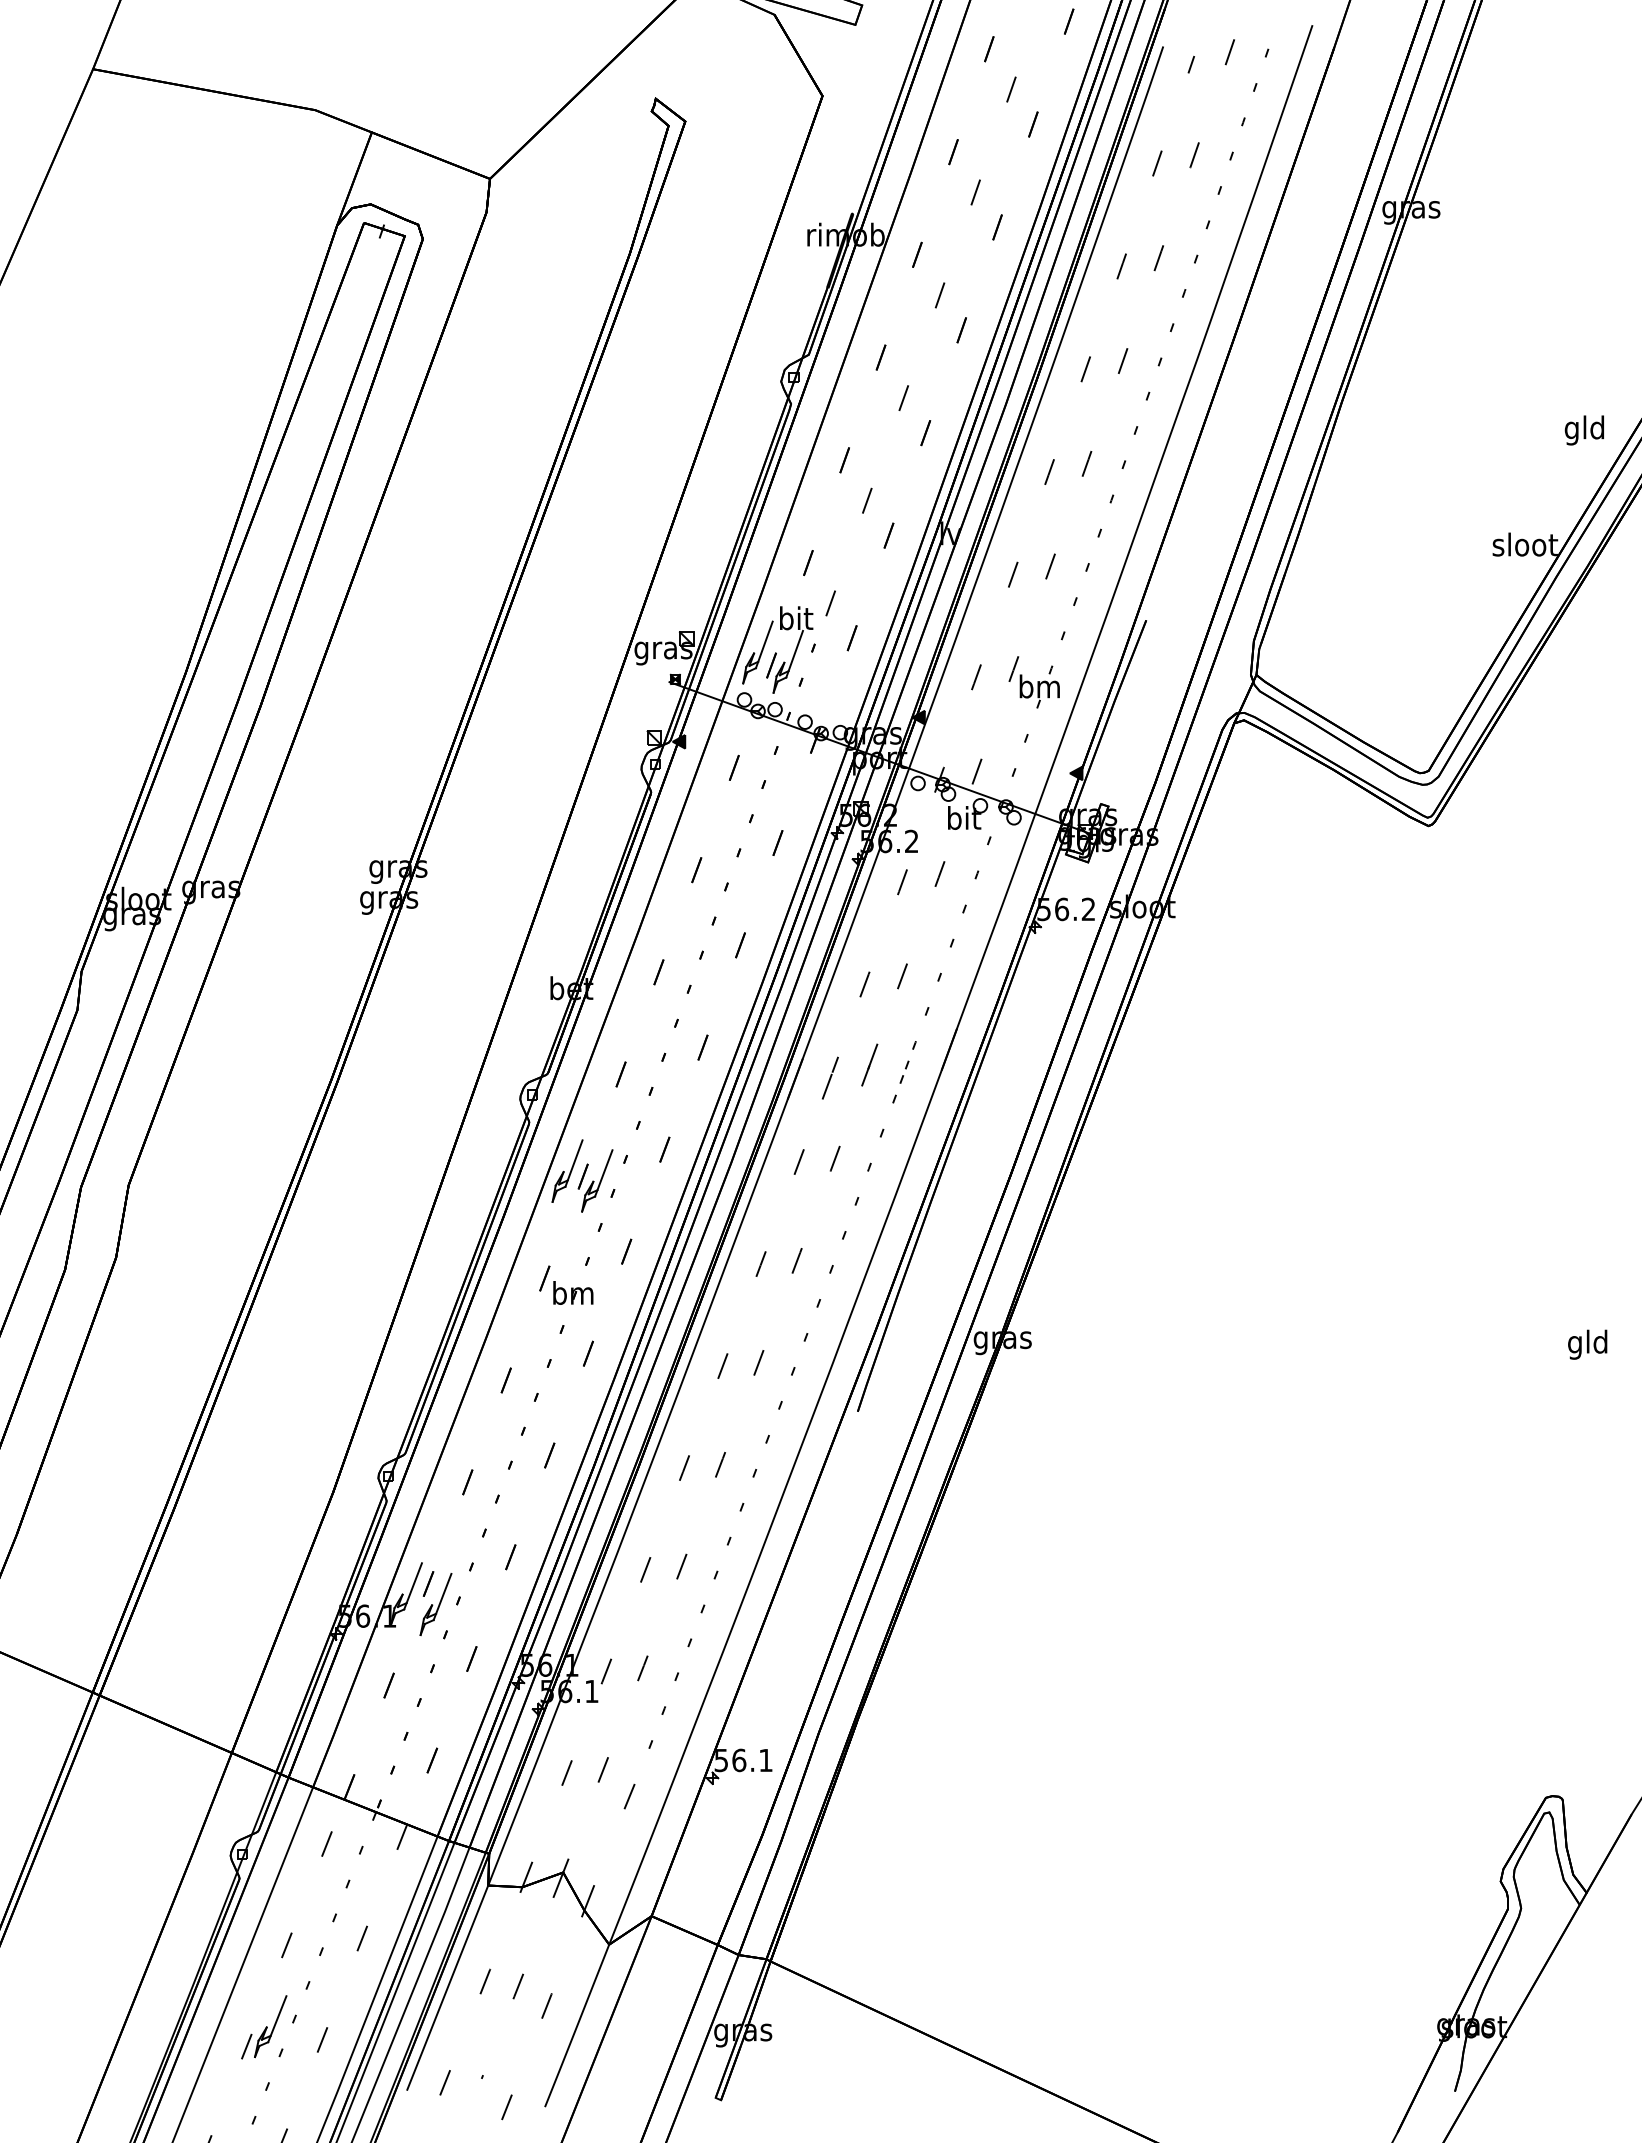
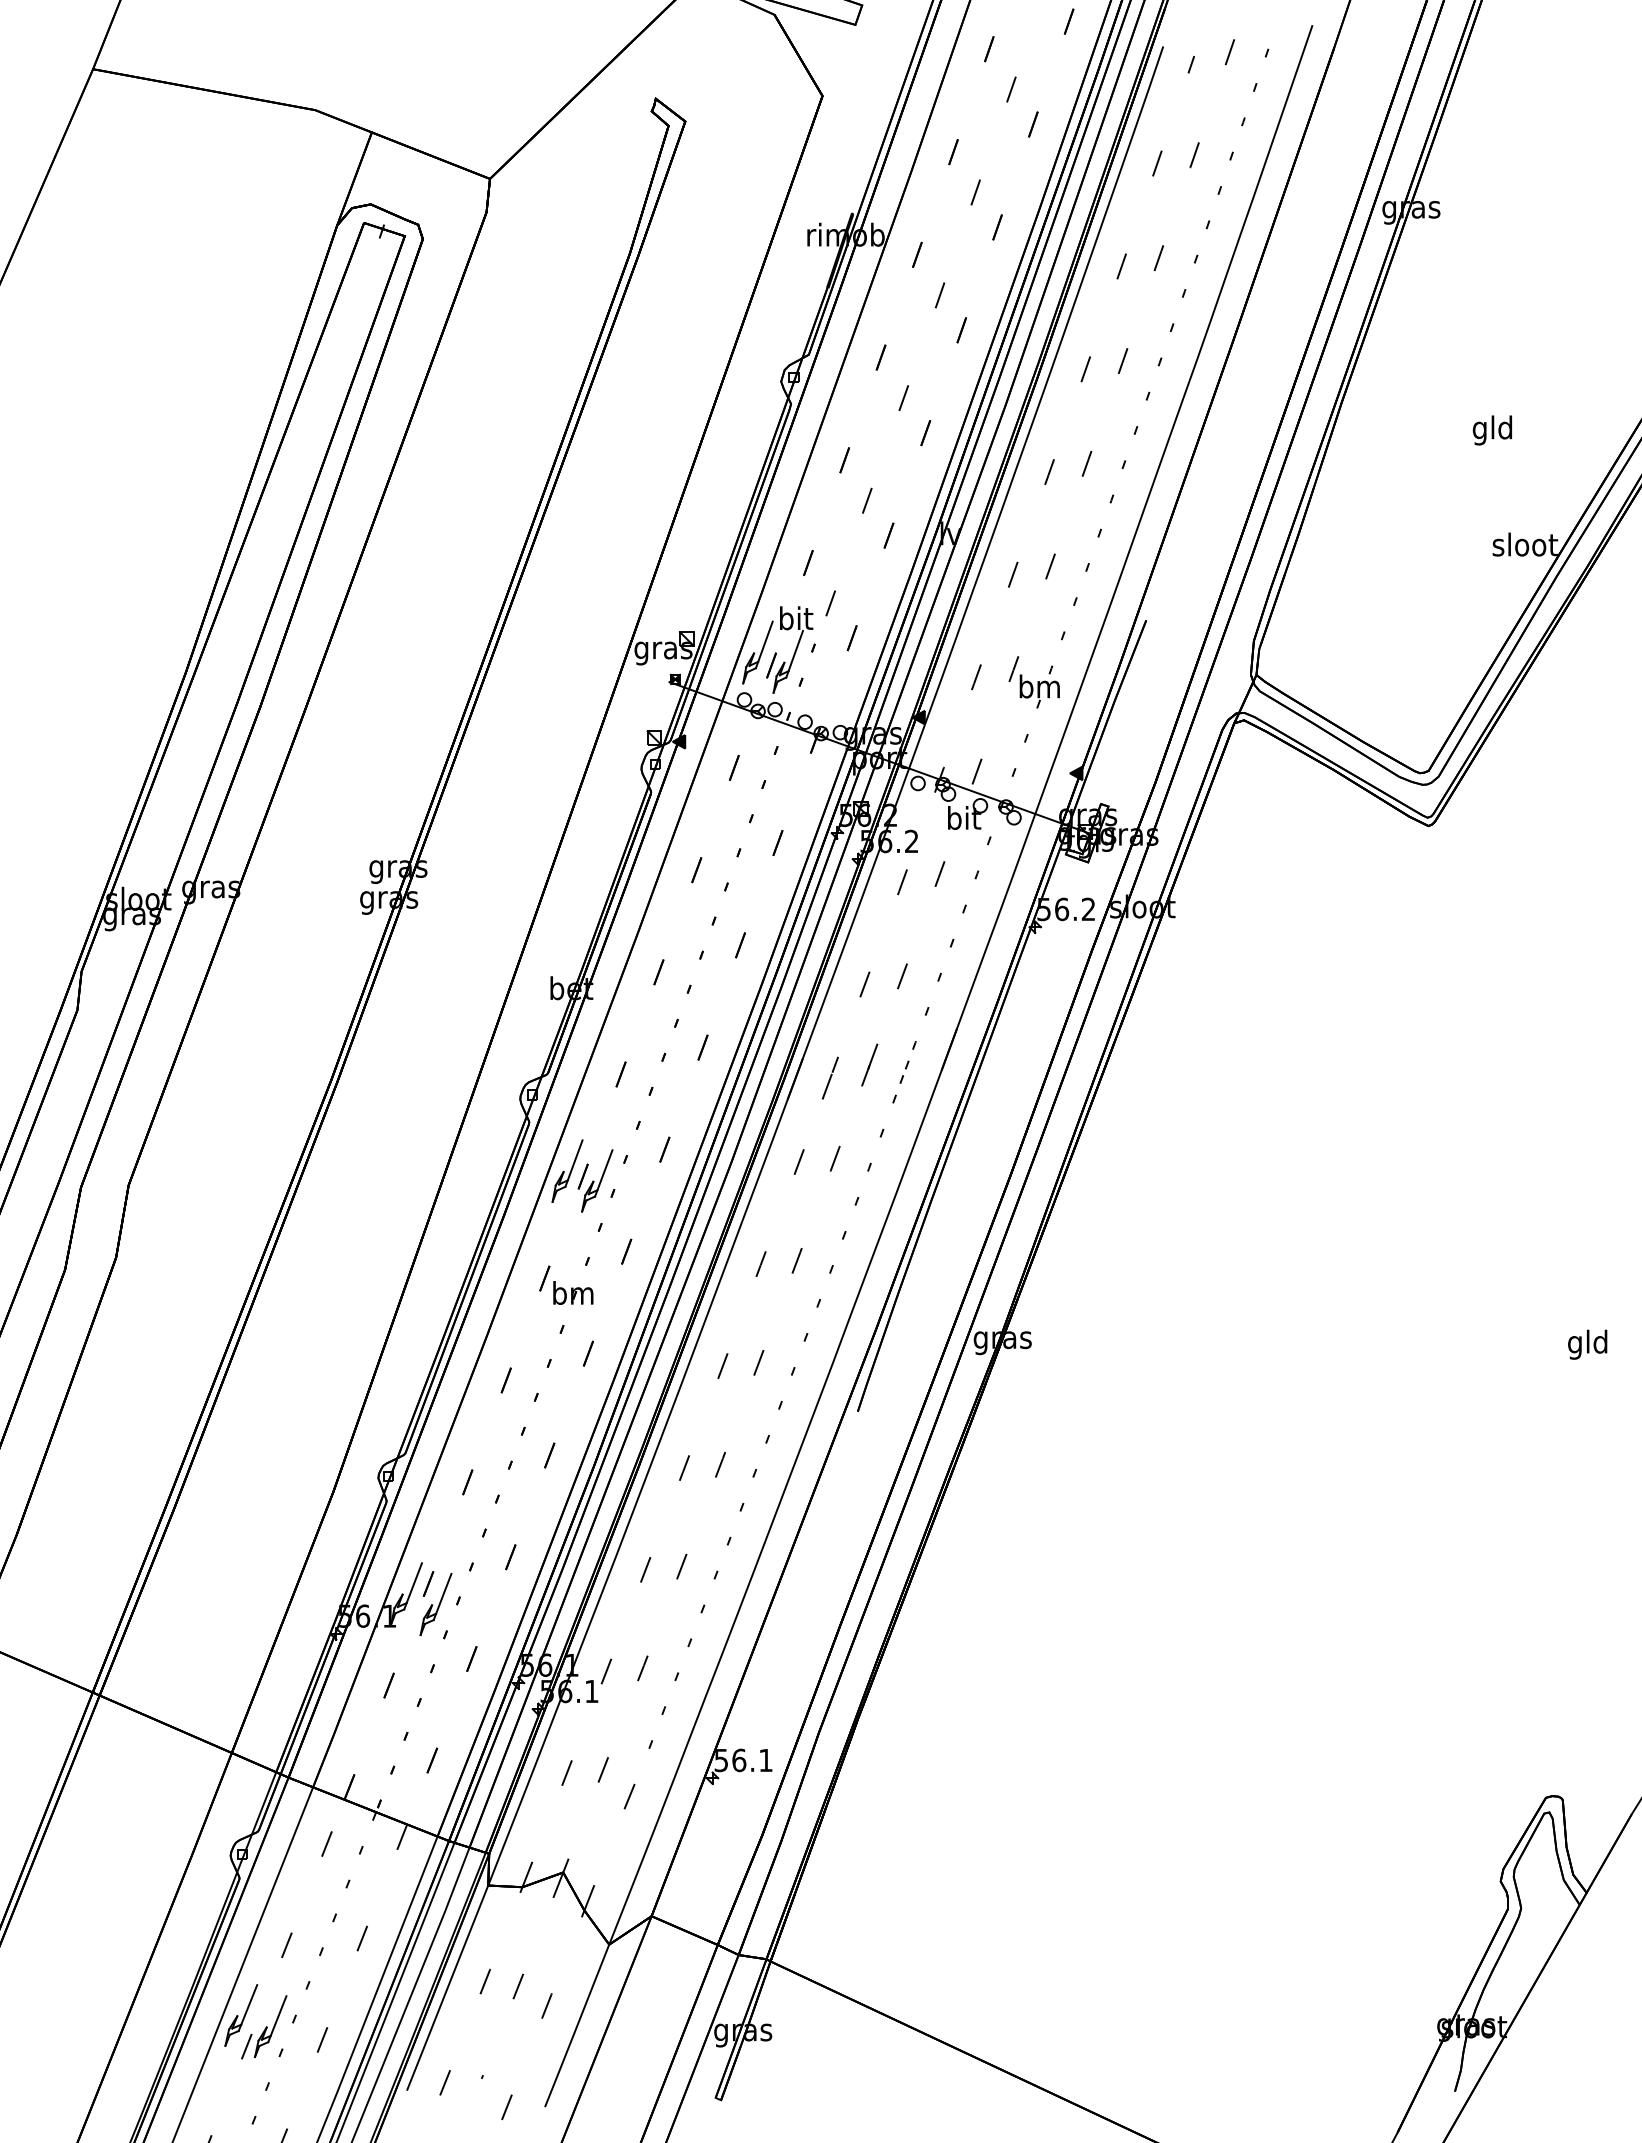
text at (1583, 430) position: (1583, 430) -> (1491, 430)
part at (241, 2015): none -> present
